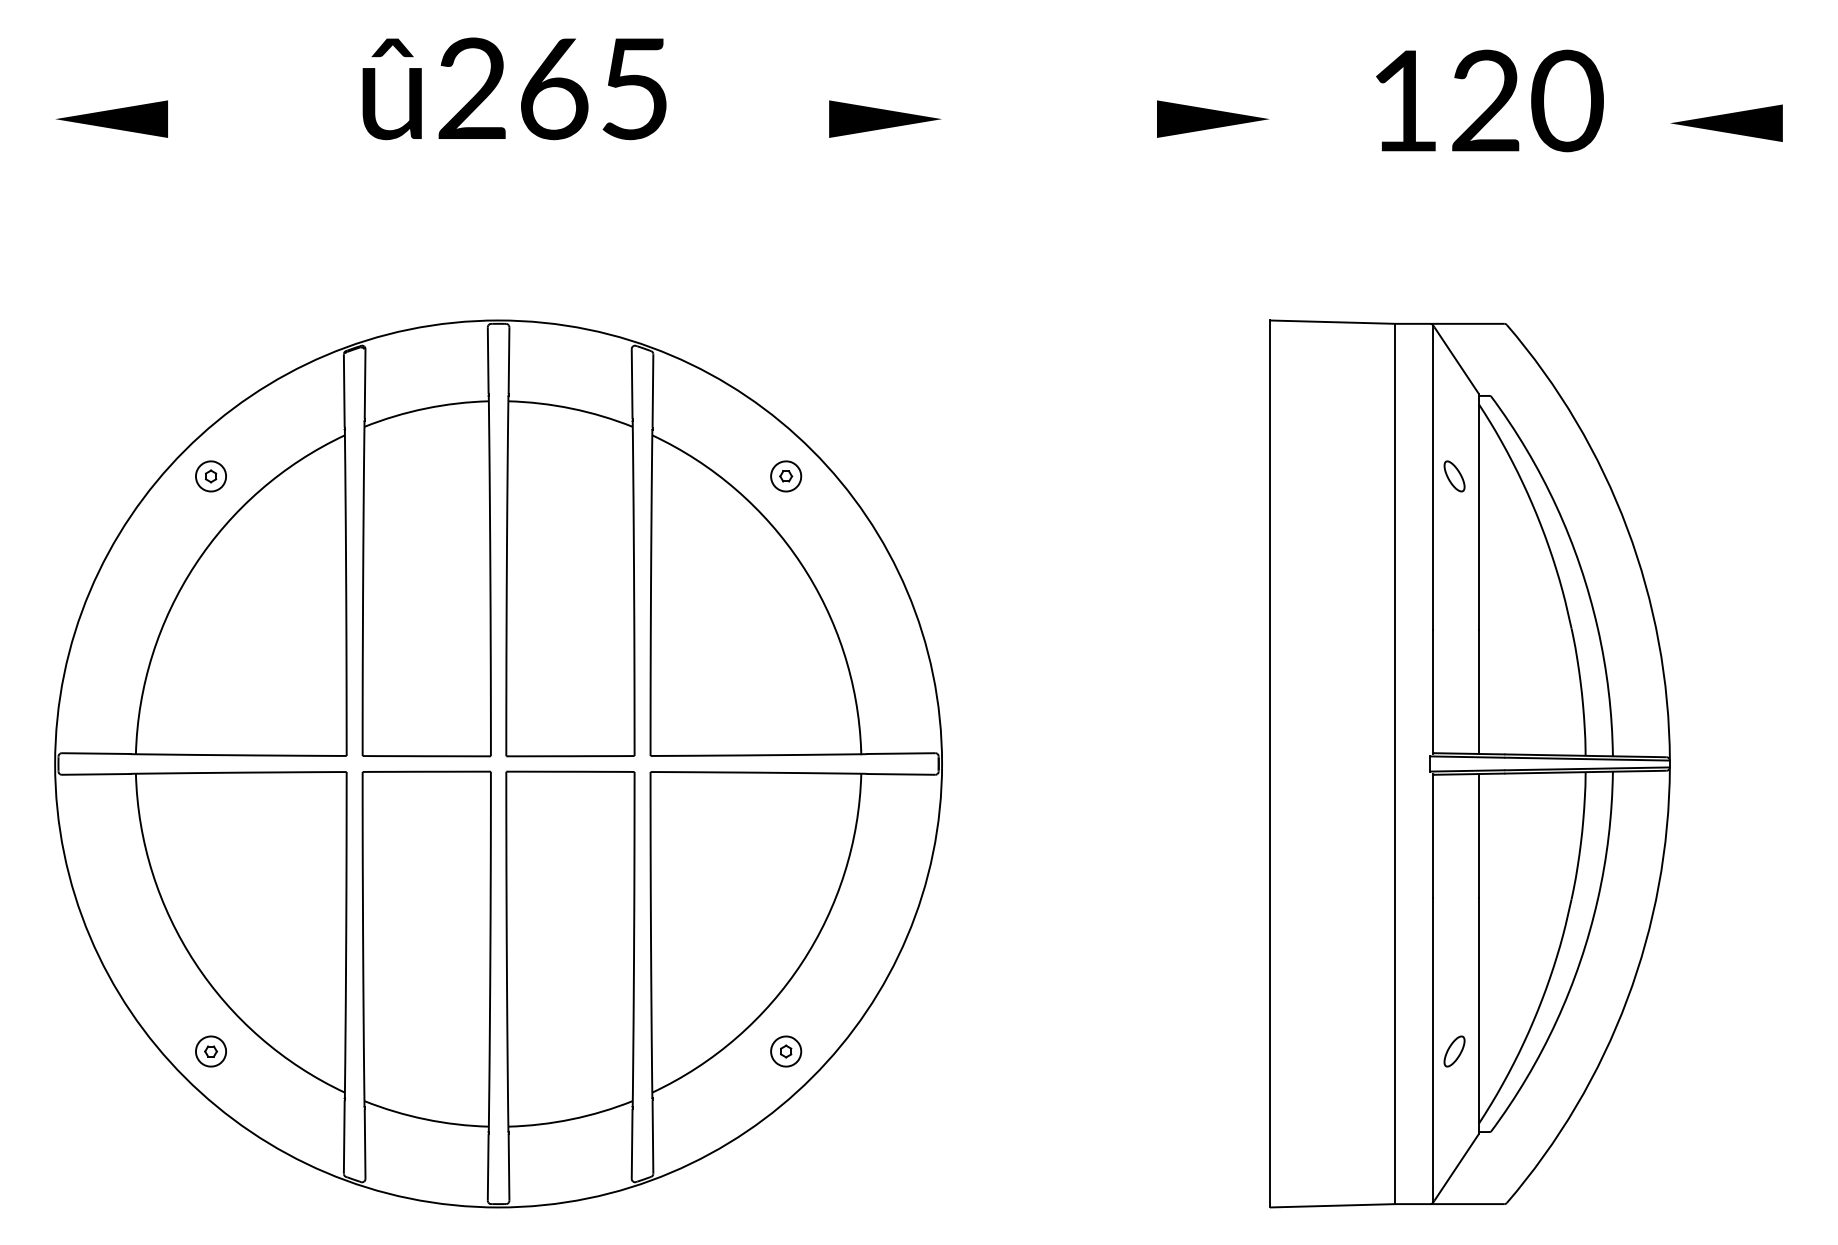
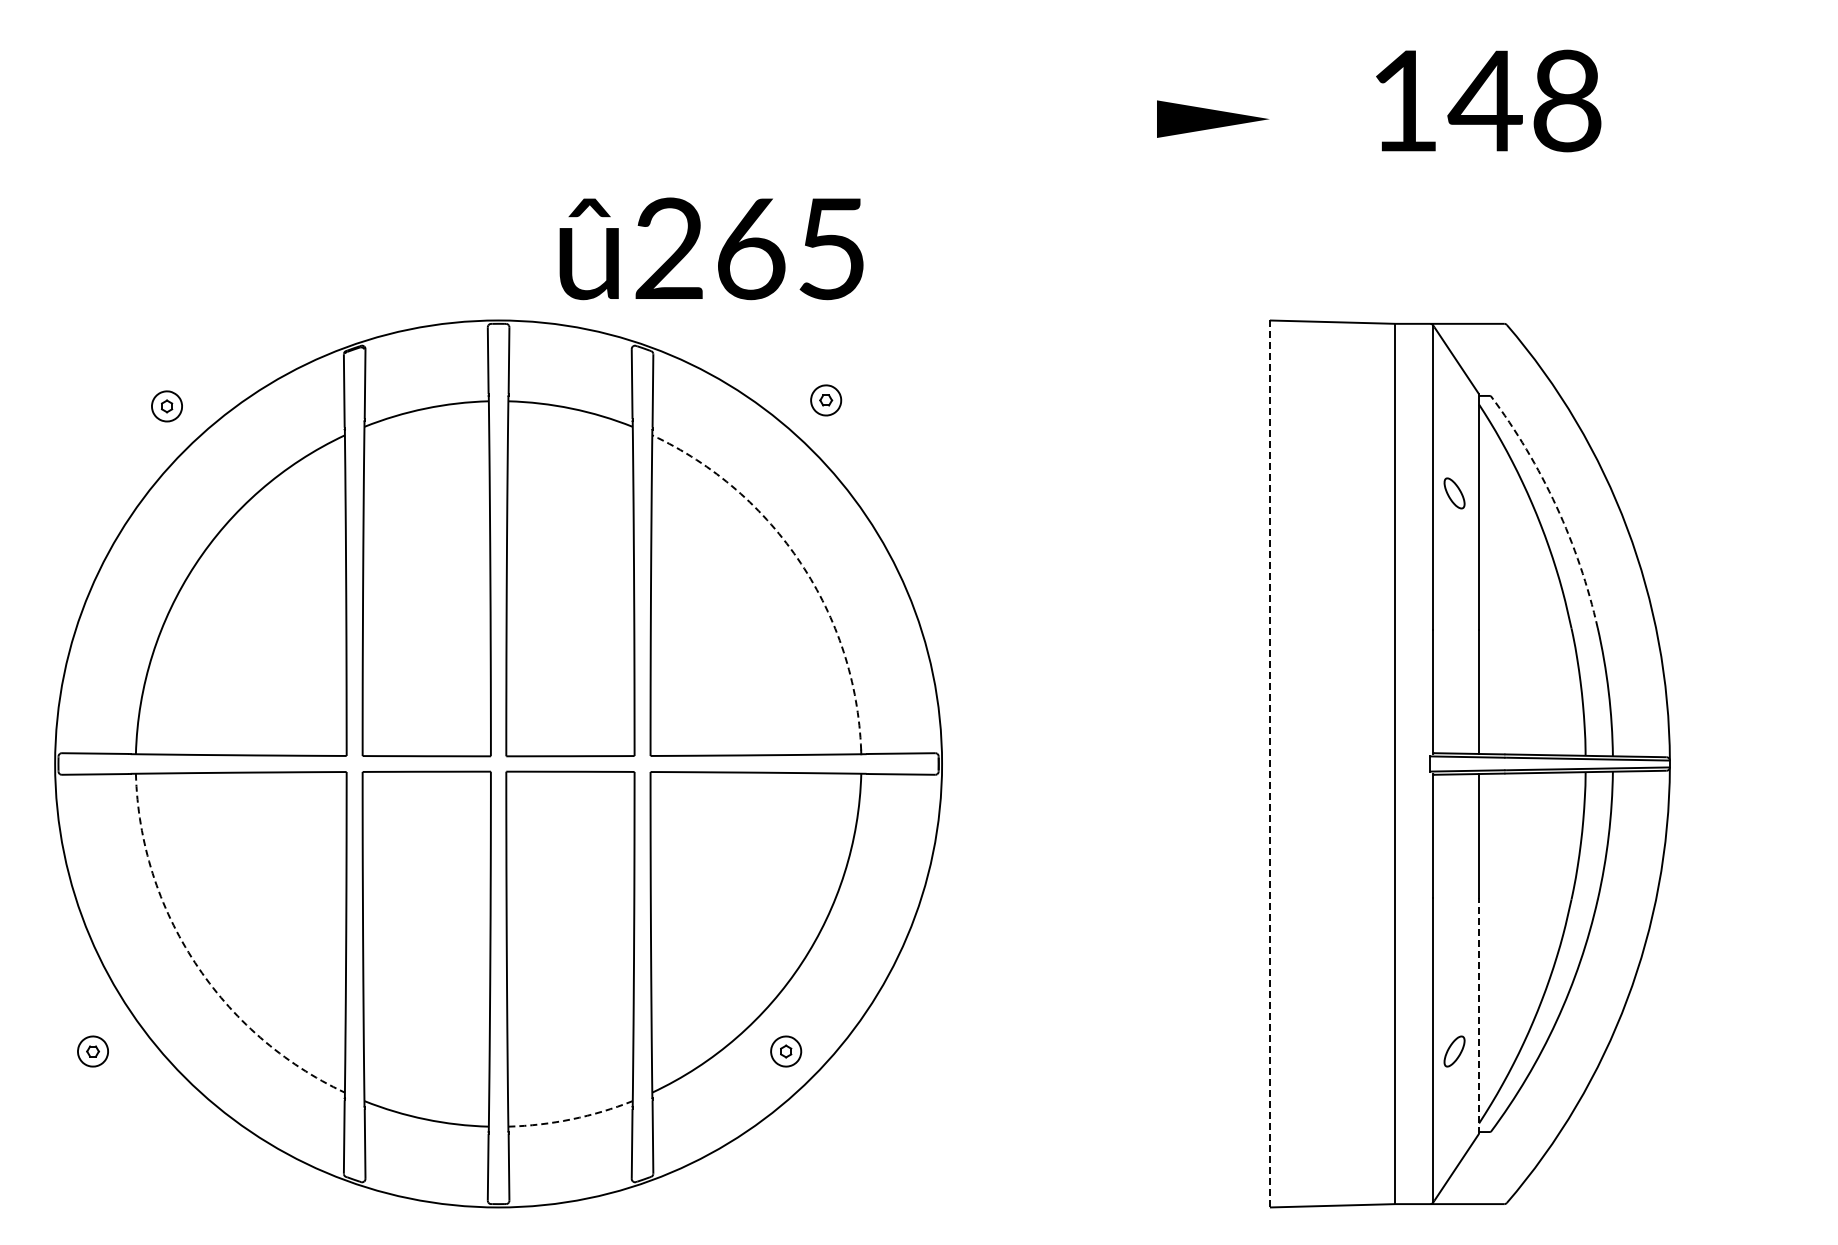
text at (514, 88) position: (514, 88) -> (711, 248)
text at (1525, 100): 120 -> 148
part at (111, 118): present -> none
part at (885, 118): present -> none
part at (1726, 122): present -> none
part at (210, 476) position: (210, 476) -> (166, 406)
part at (786, 476) position: (786, 476) -> (826, 400)
part at (1454, 476) position: (1454, 476) -> (1454, 493)
arc at (1556, 506): solid -> dashed
arc at (801, 563): solid -> dashed
line at (1269, 763): solid -> dashed
arc at (195, 962): solid -> dashed
line at (1479, 1015): solid -> dashed
part at (210, 1051) position: (210, 1051) -> (92, 1051)
arc at (571, 1119): solid -> dashed
